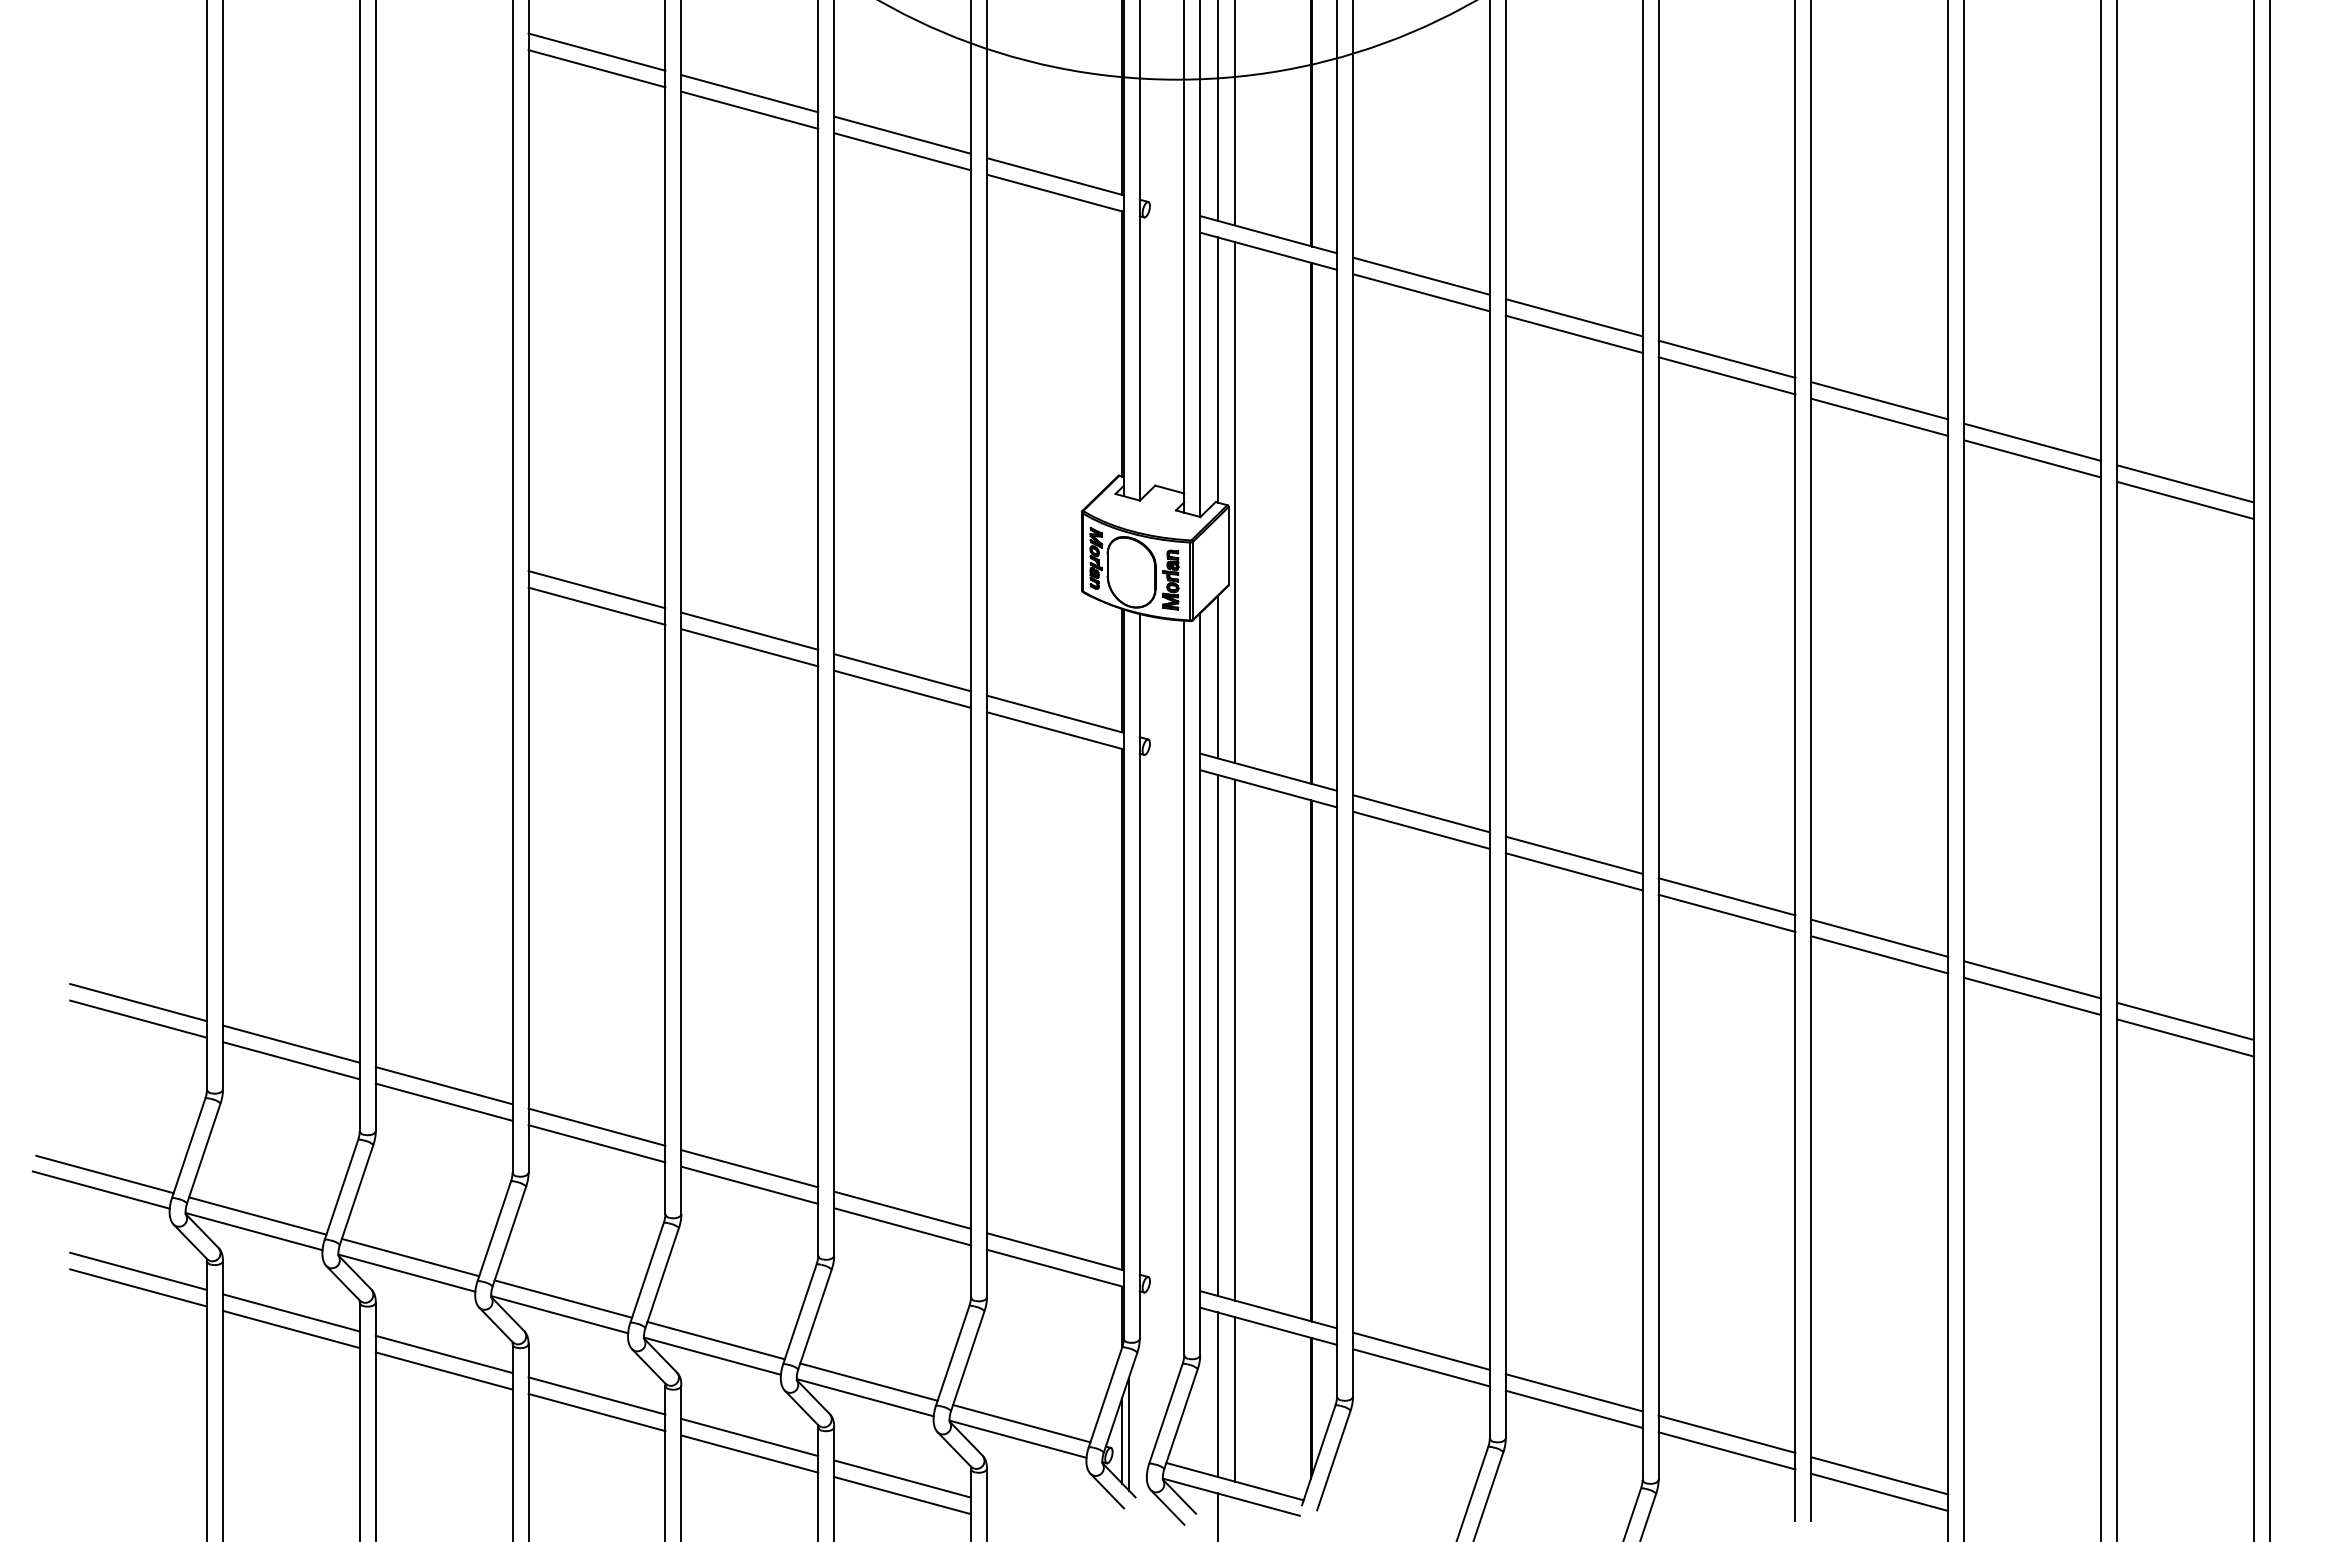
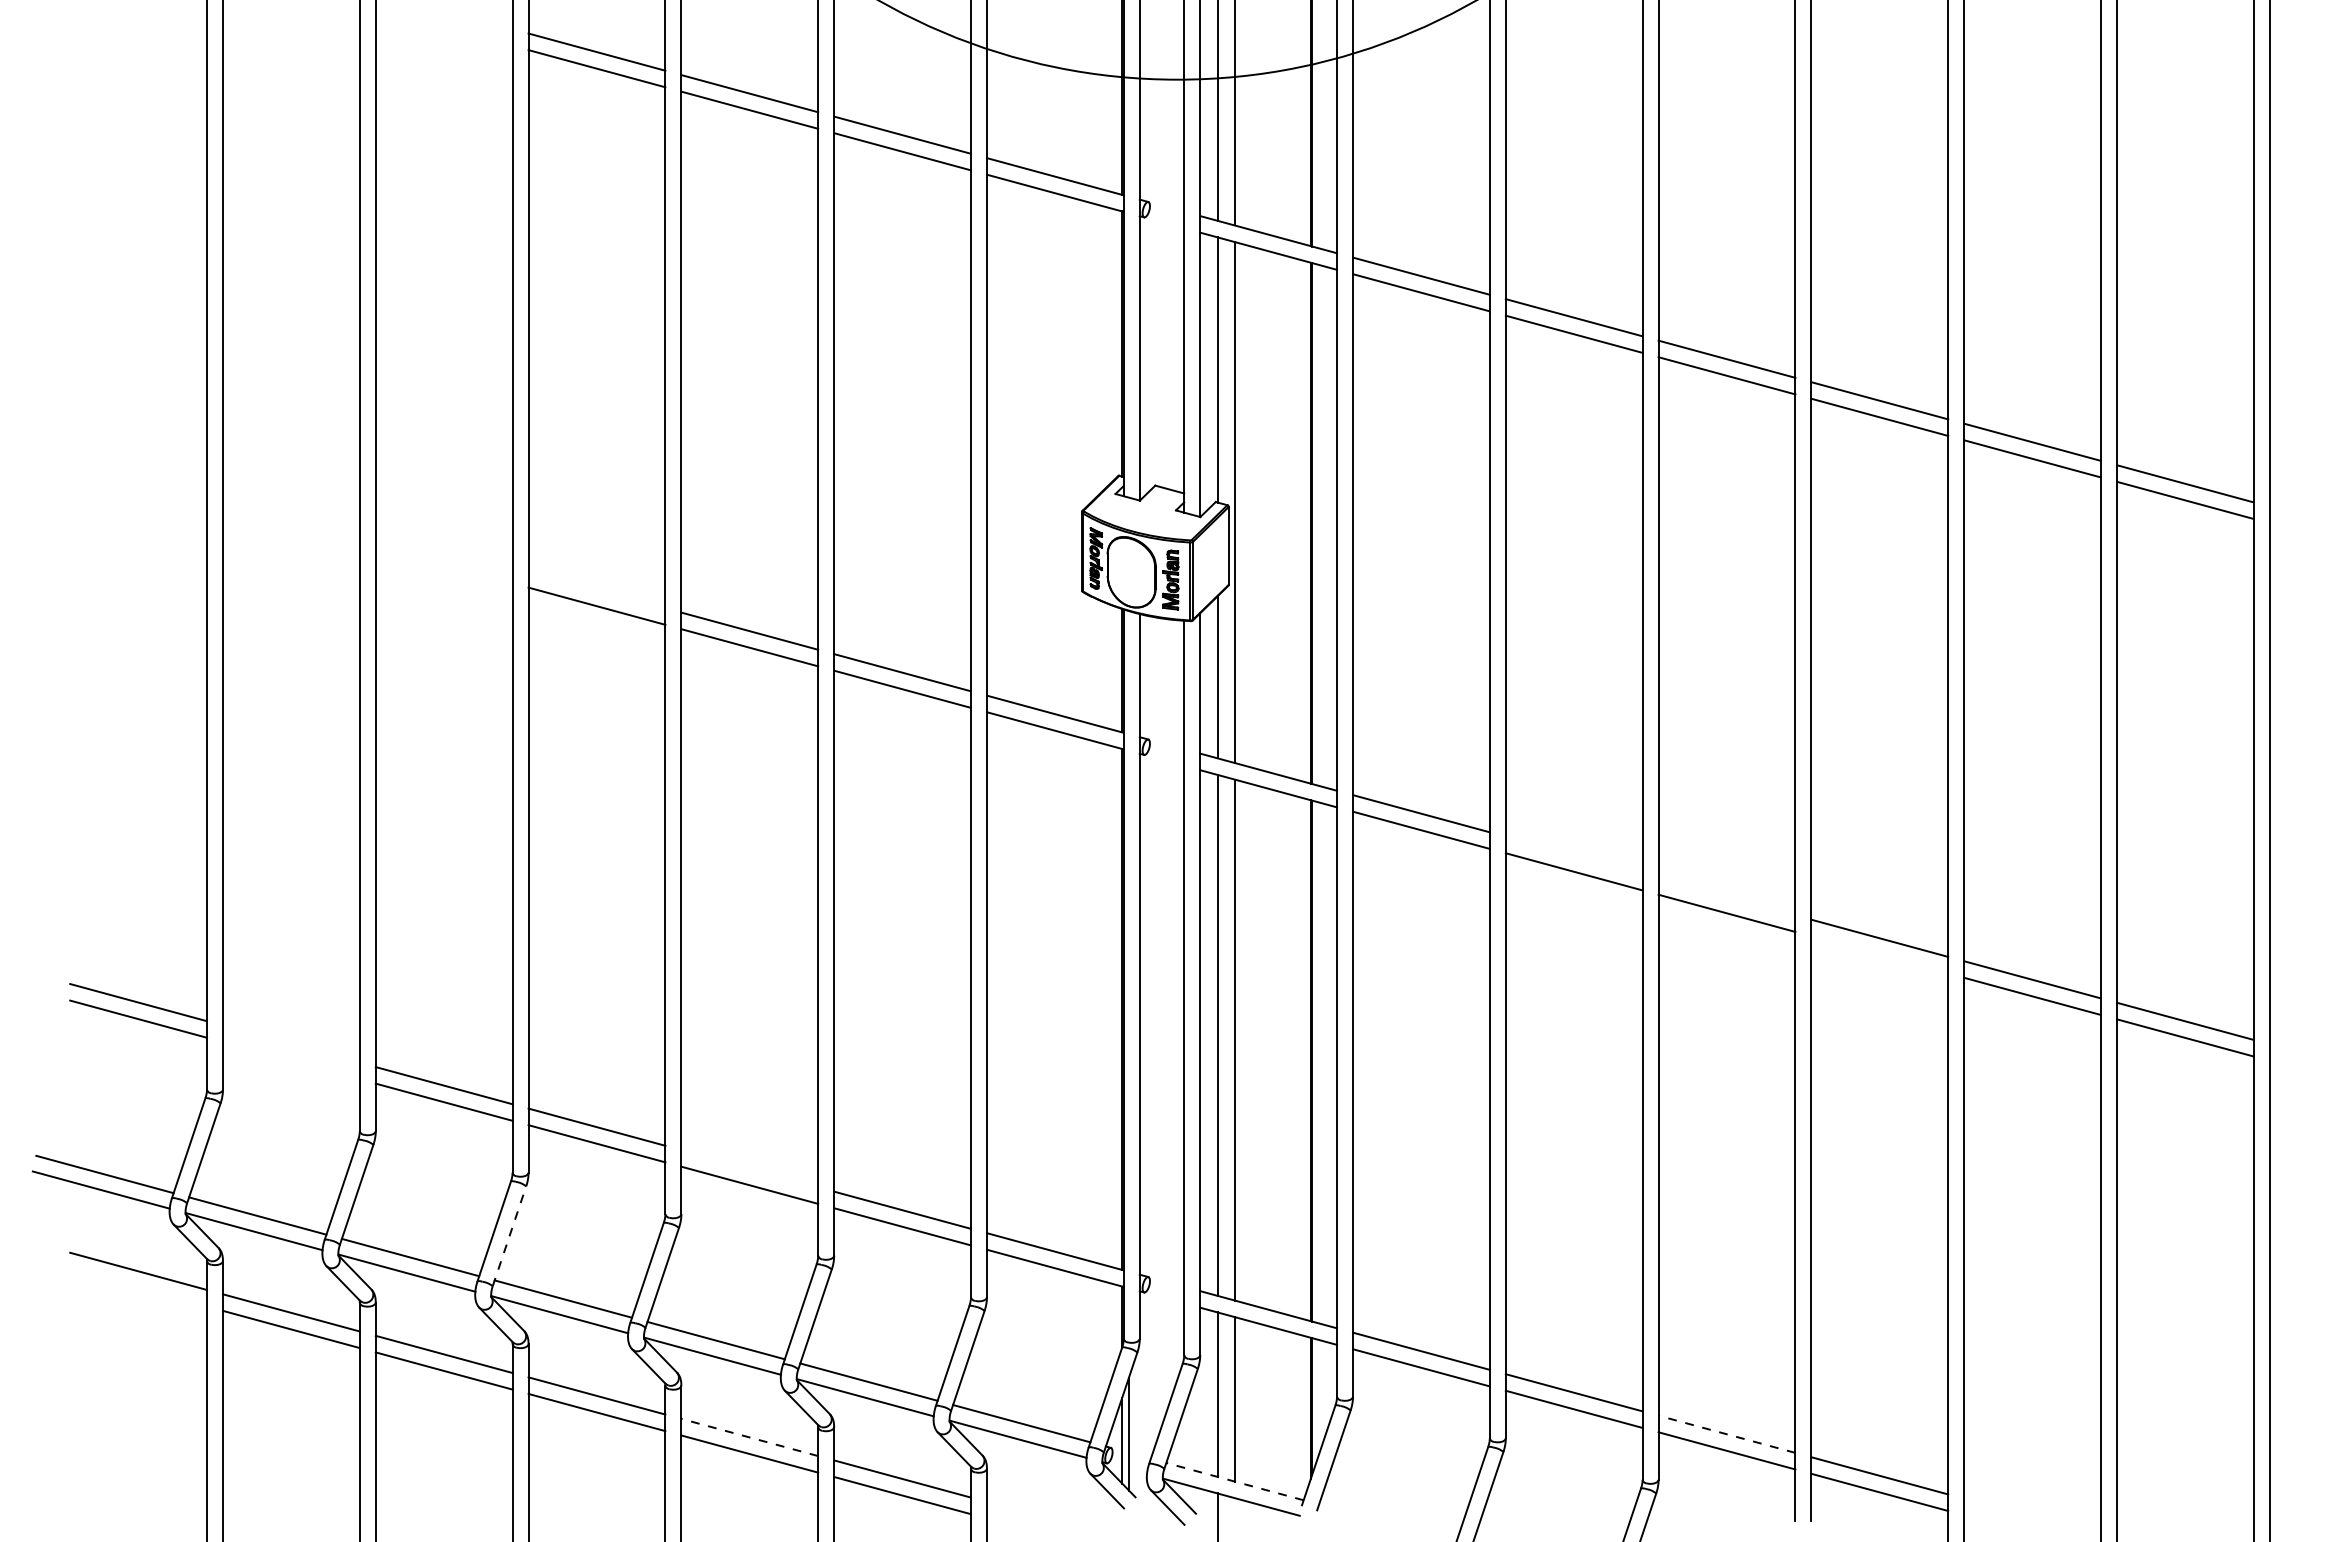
line at (596, 589): present -> none
line at (1573, 854): present -> none
line at (1726, 896): present -> none
line at (1879, 954): present -> none
line at (290, 1043): present -> none
line at (290, 1060): present -> none
line at (749, 1168): present -> none
line at (509, 1236): solid -> dashed
line at (138, 1287): present -> none
line at (1727, 1434): solid -> dashed
line at (749, 1437): solid -> dashed
line at (1234, 1481): solid -> dashed
